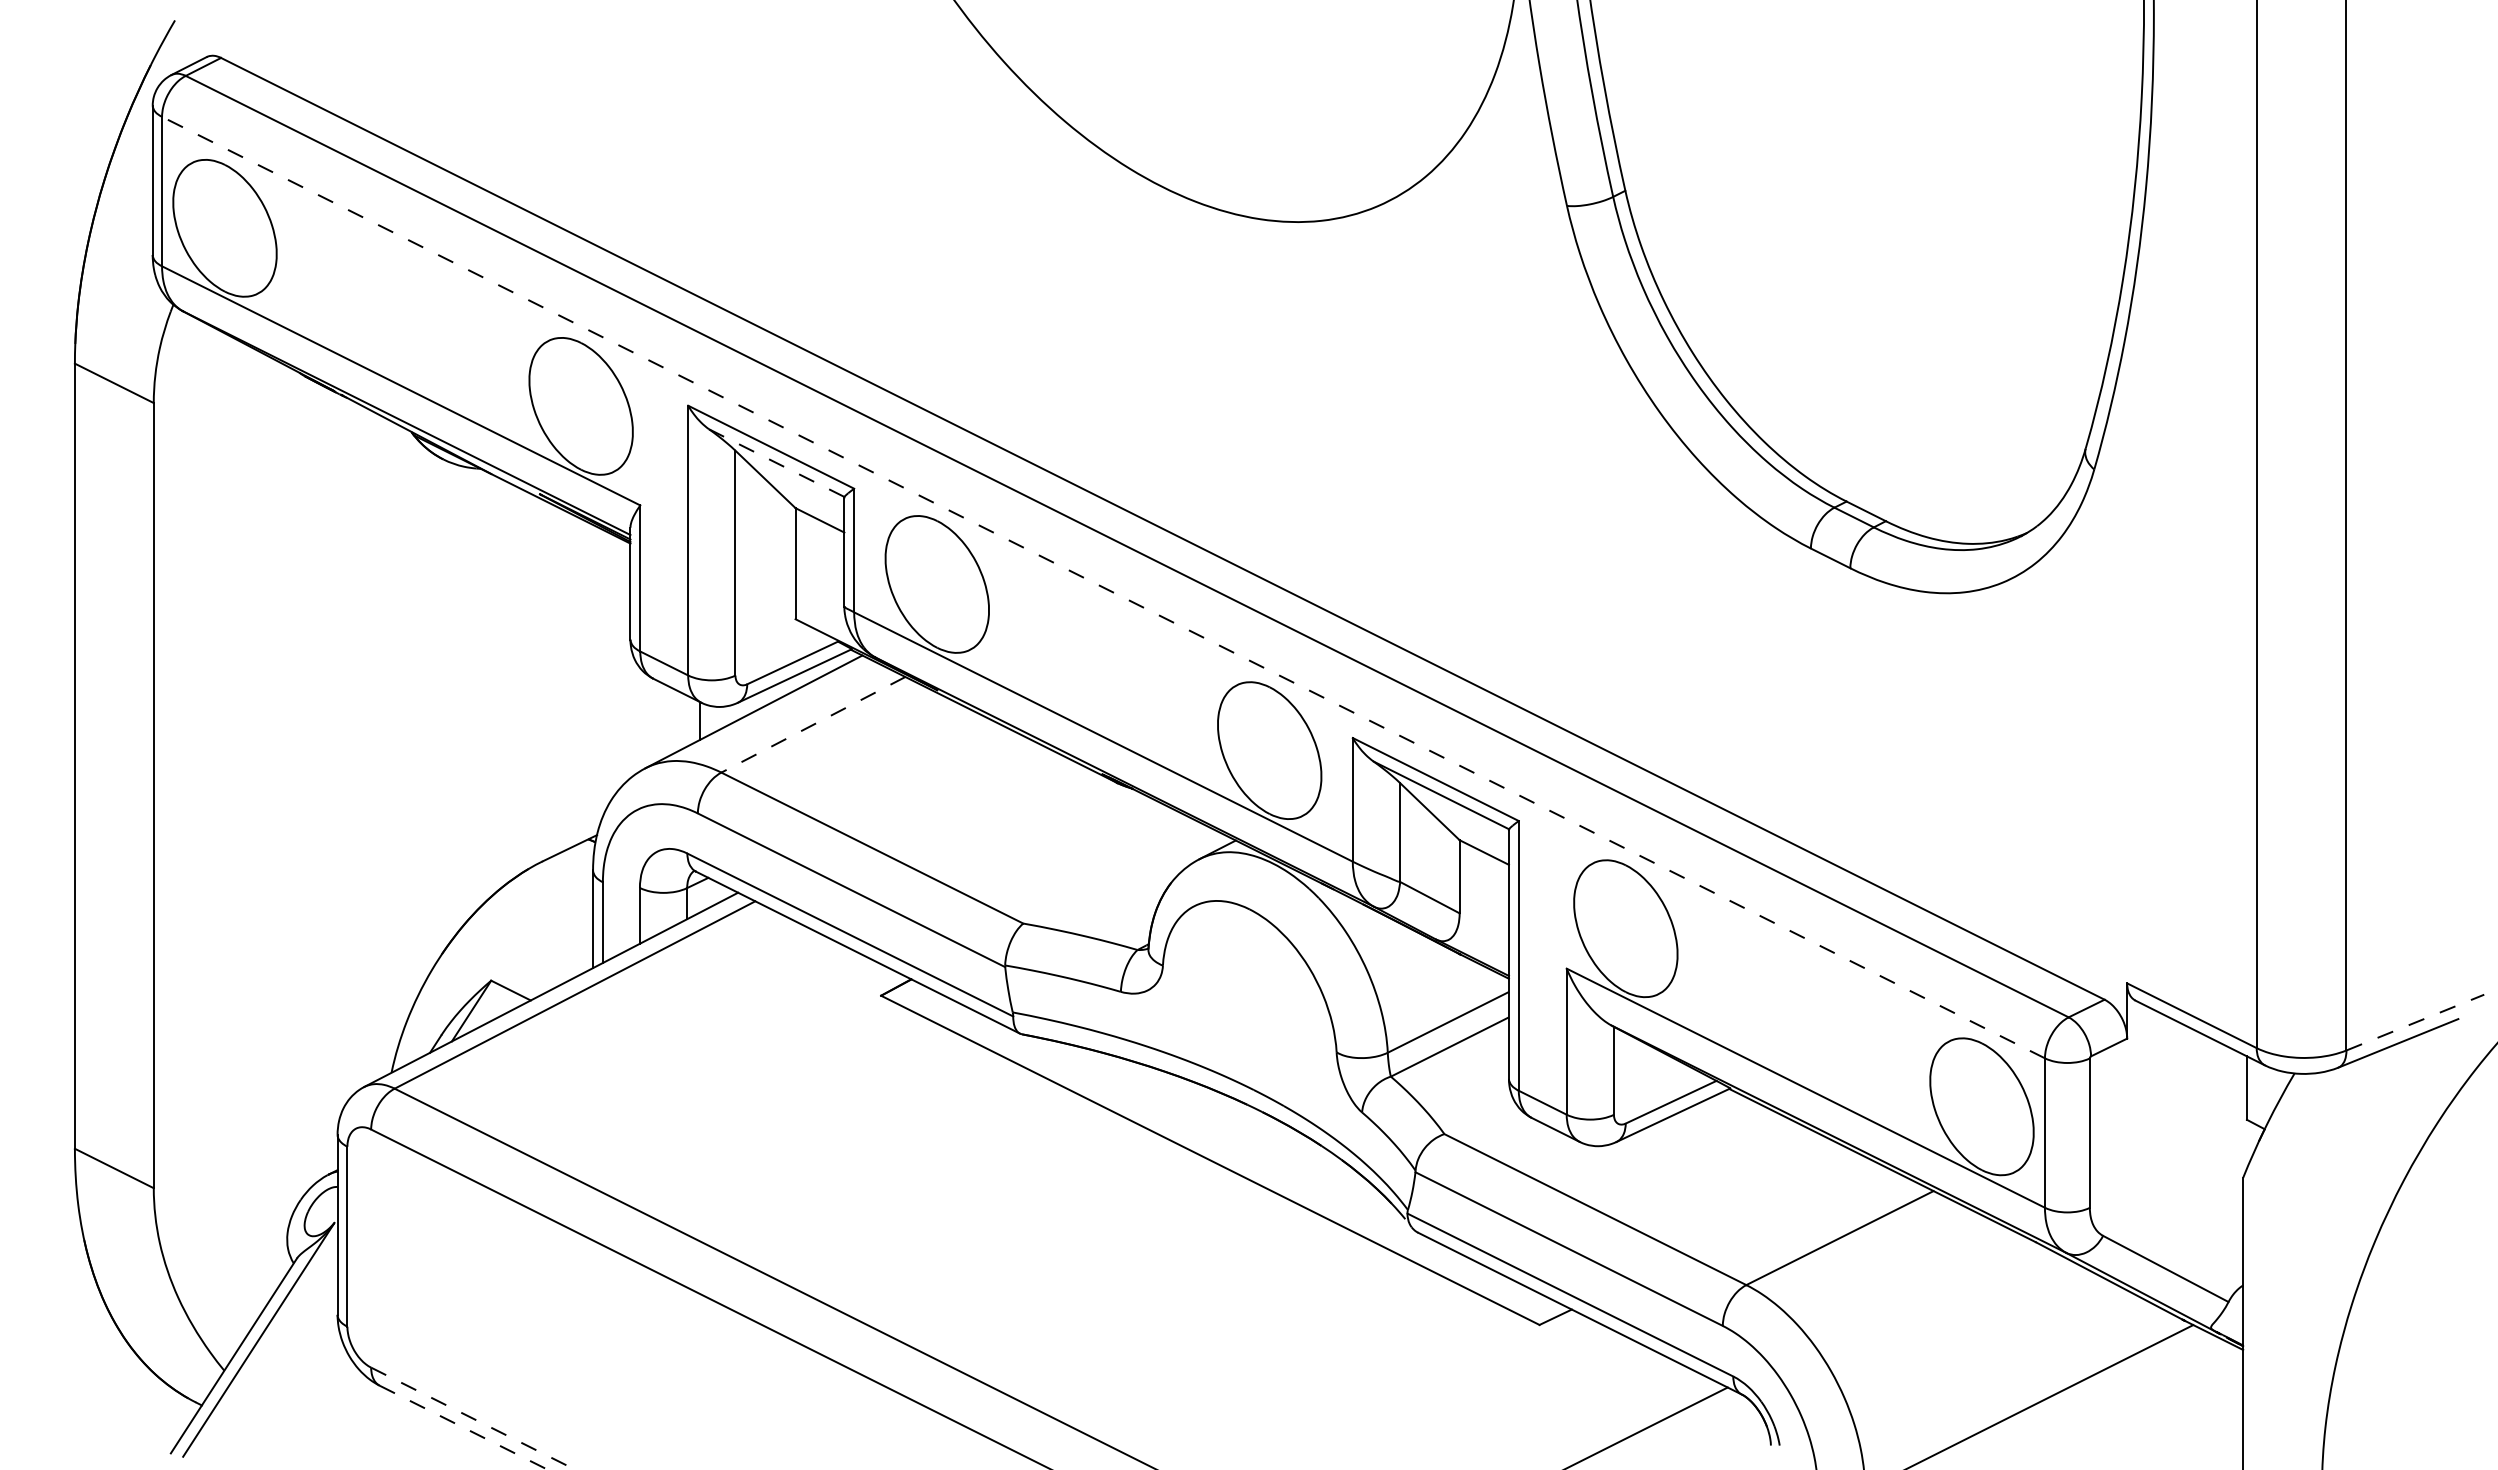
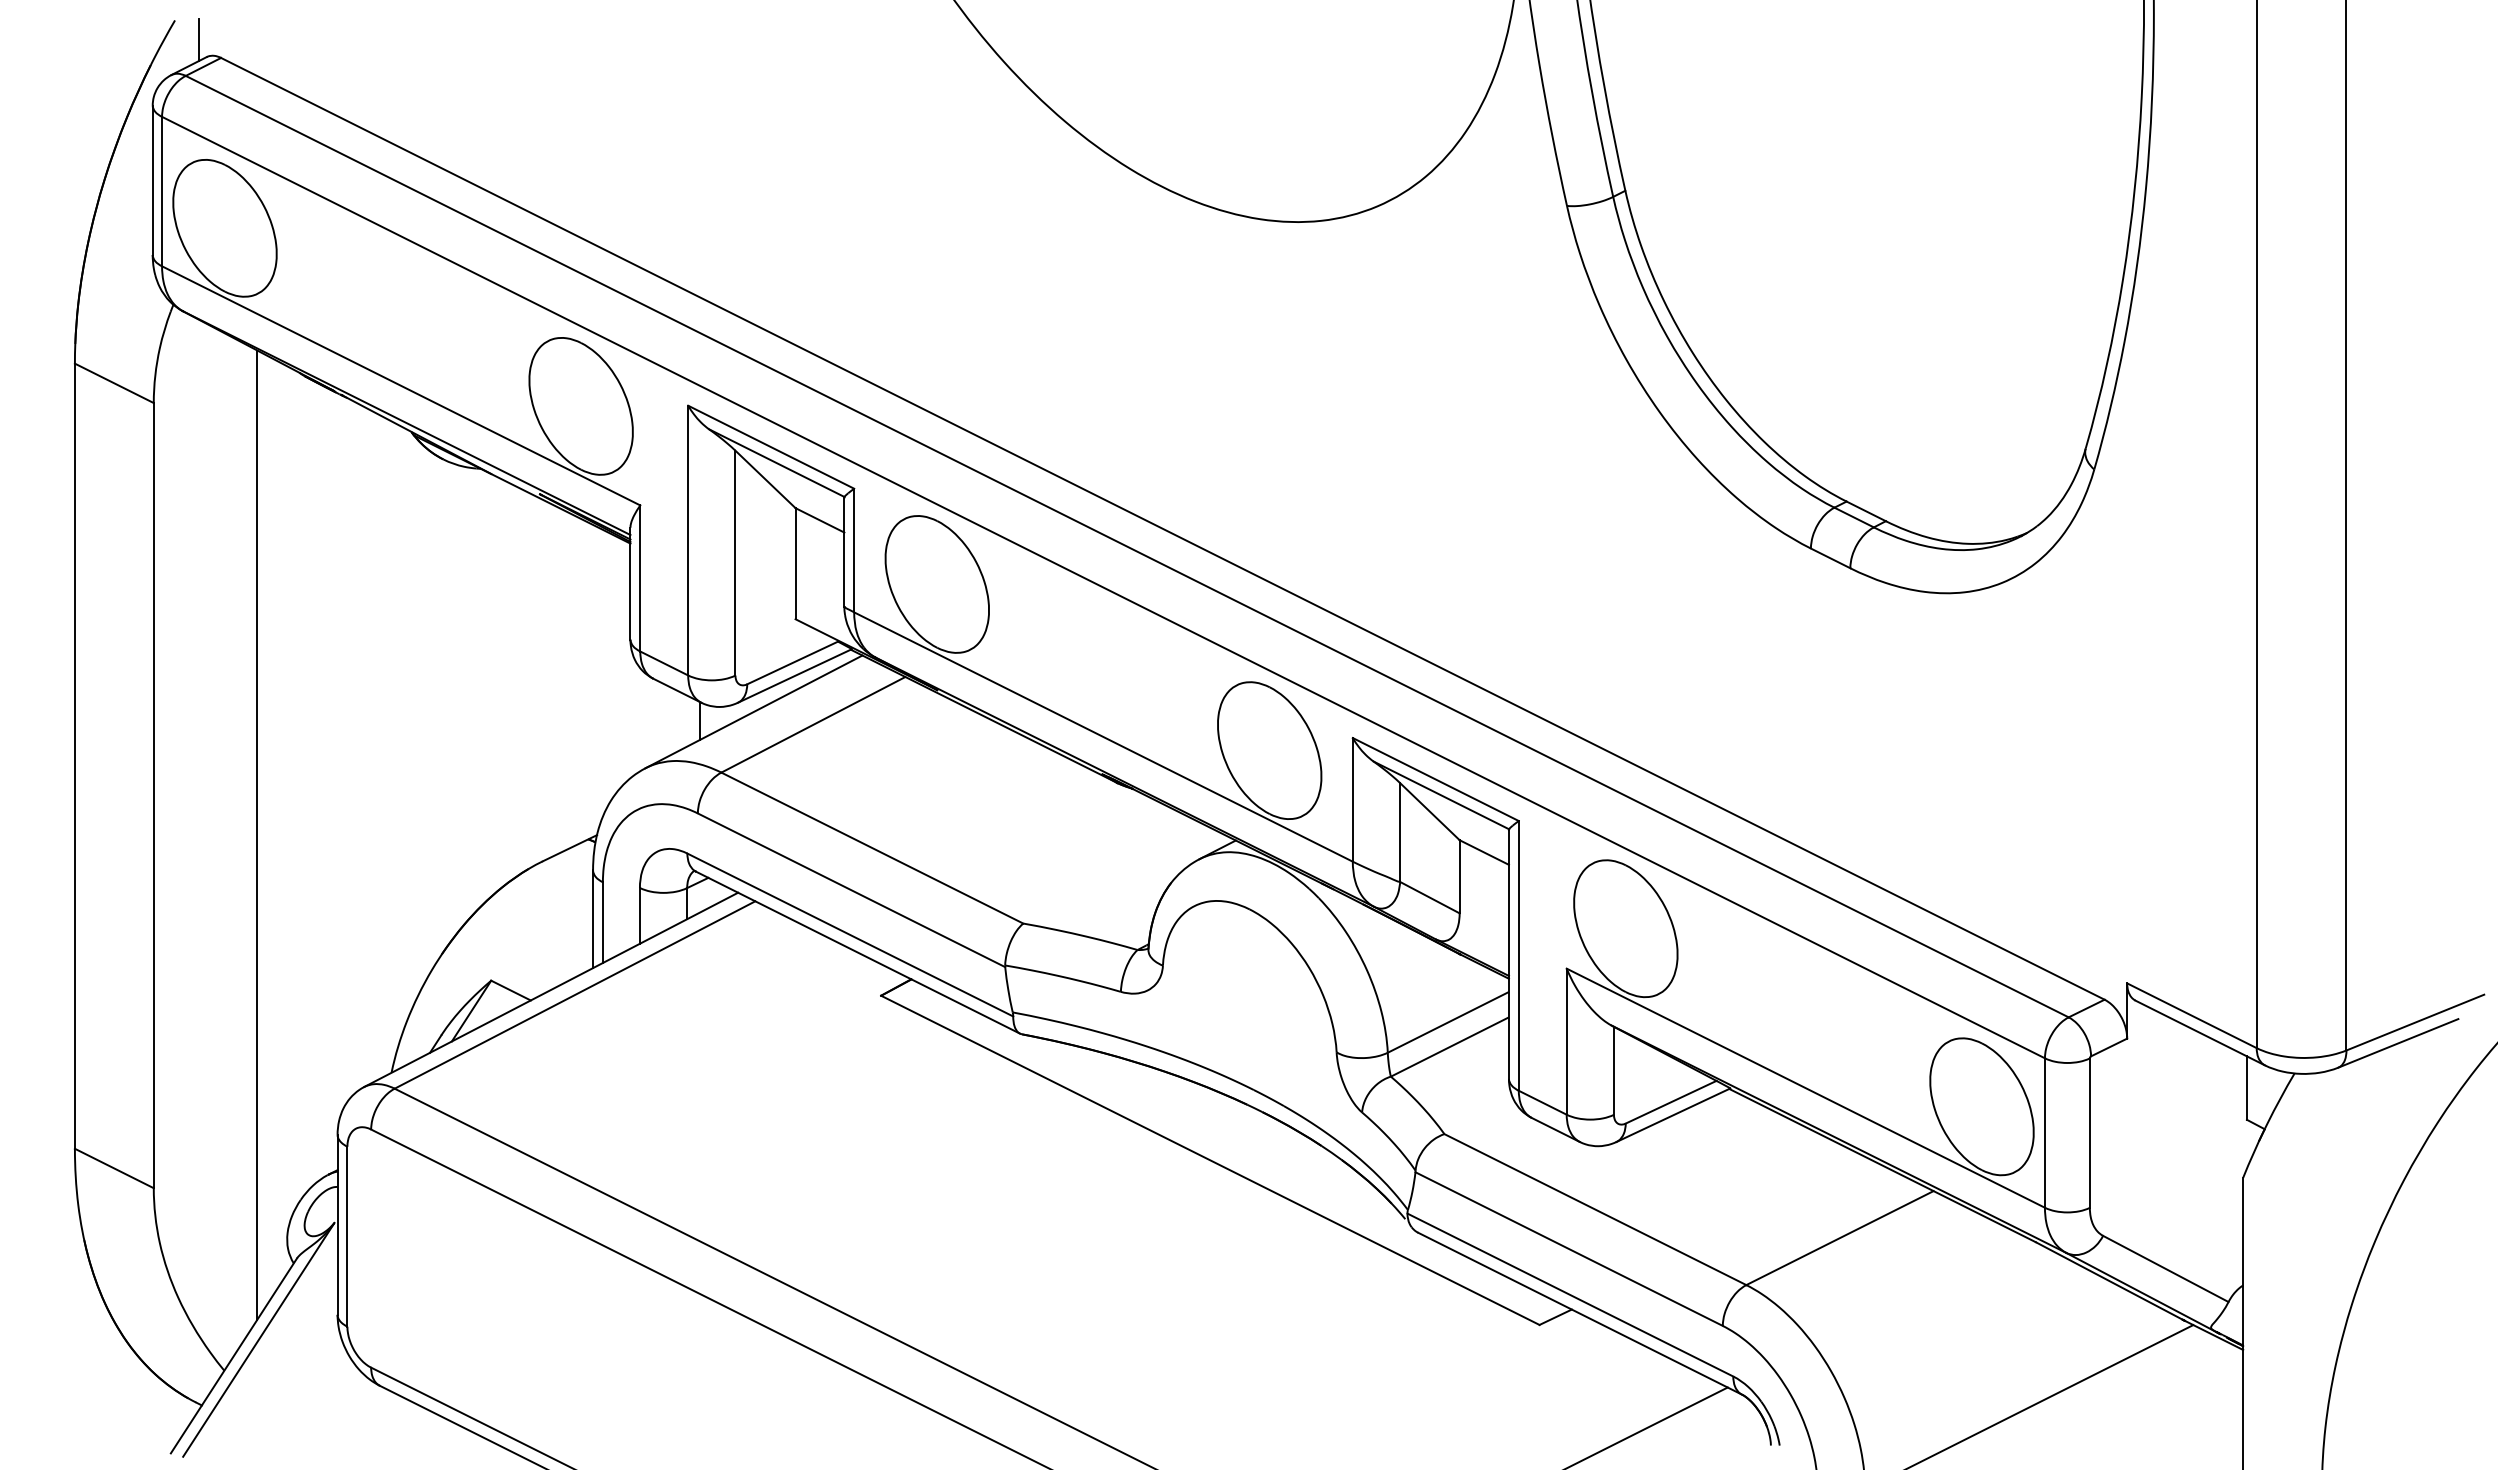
line at (198, 40): none -> present
line at (776, 463): dashed -> solid
line at (1103, 587): dashed -> solid
line at (813, 724): dashed -> solid
line at (257, 834): none -> present
line at (2415, 1022): dashed -> solid
line at (473, 1419): dashed -> solid
line at (463, 1427): dashed -> solid
